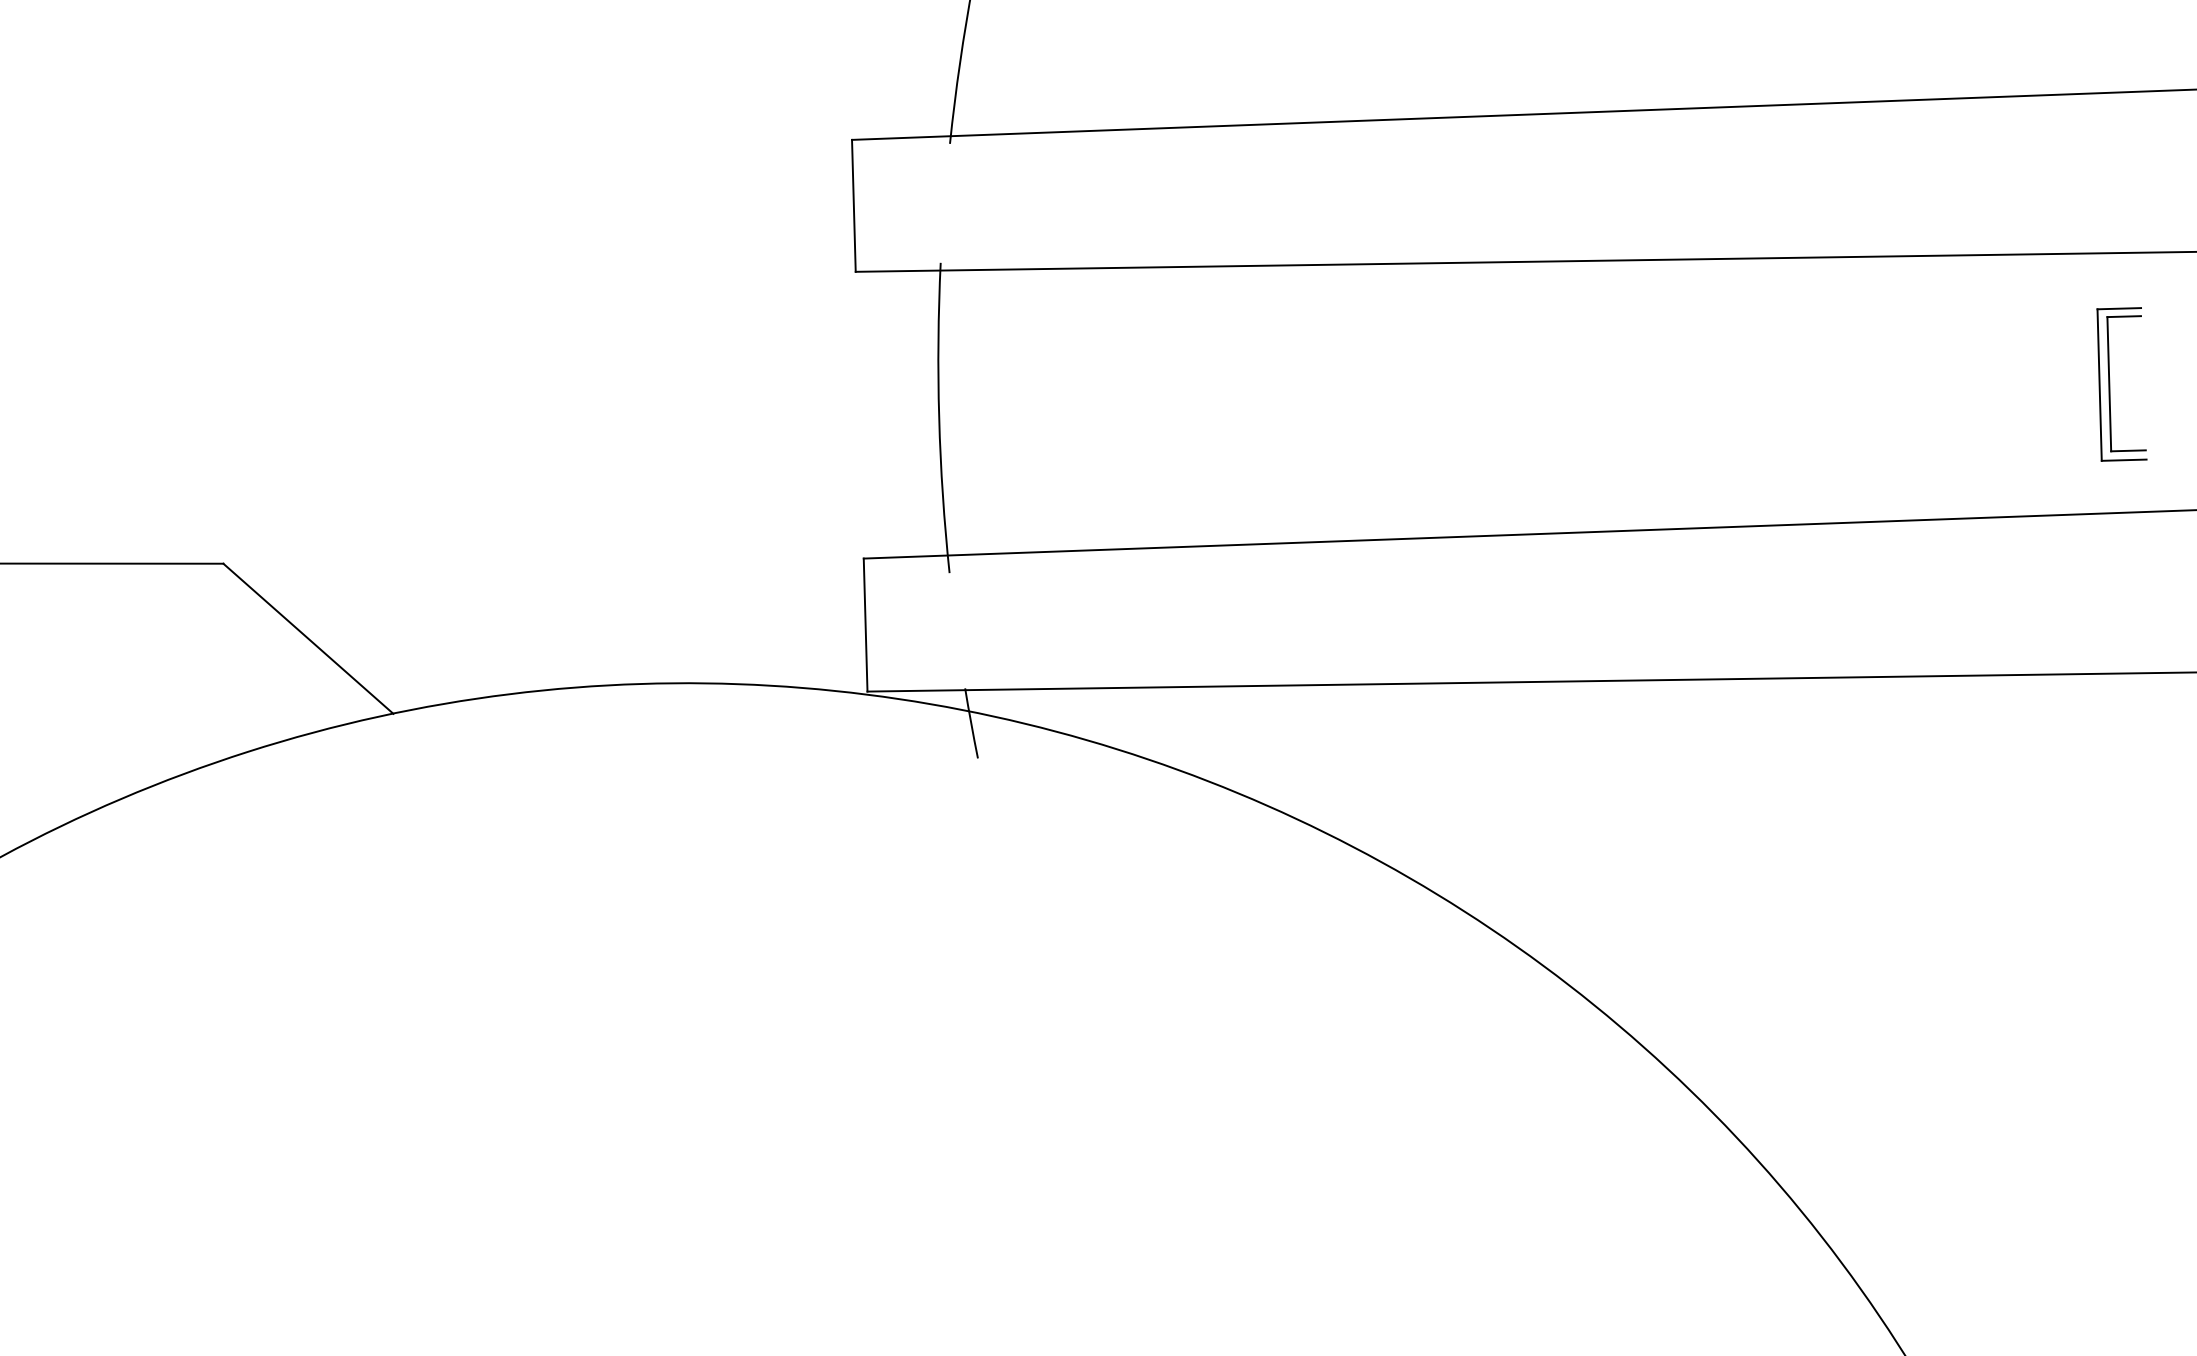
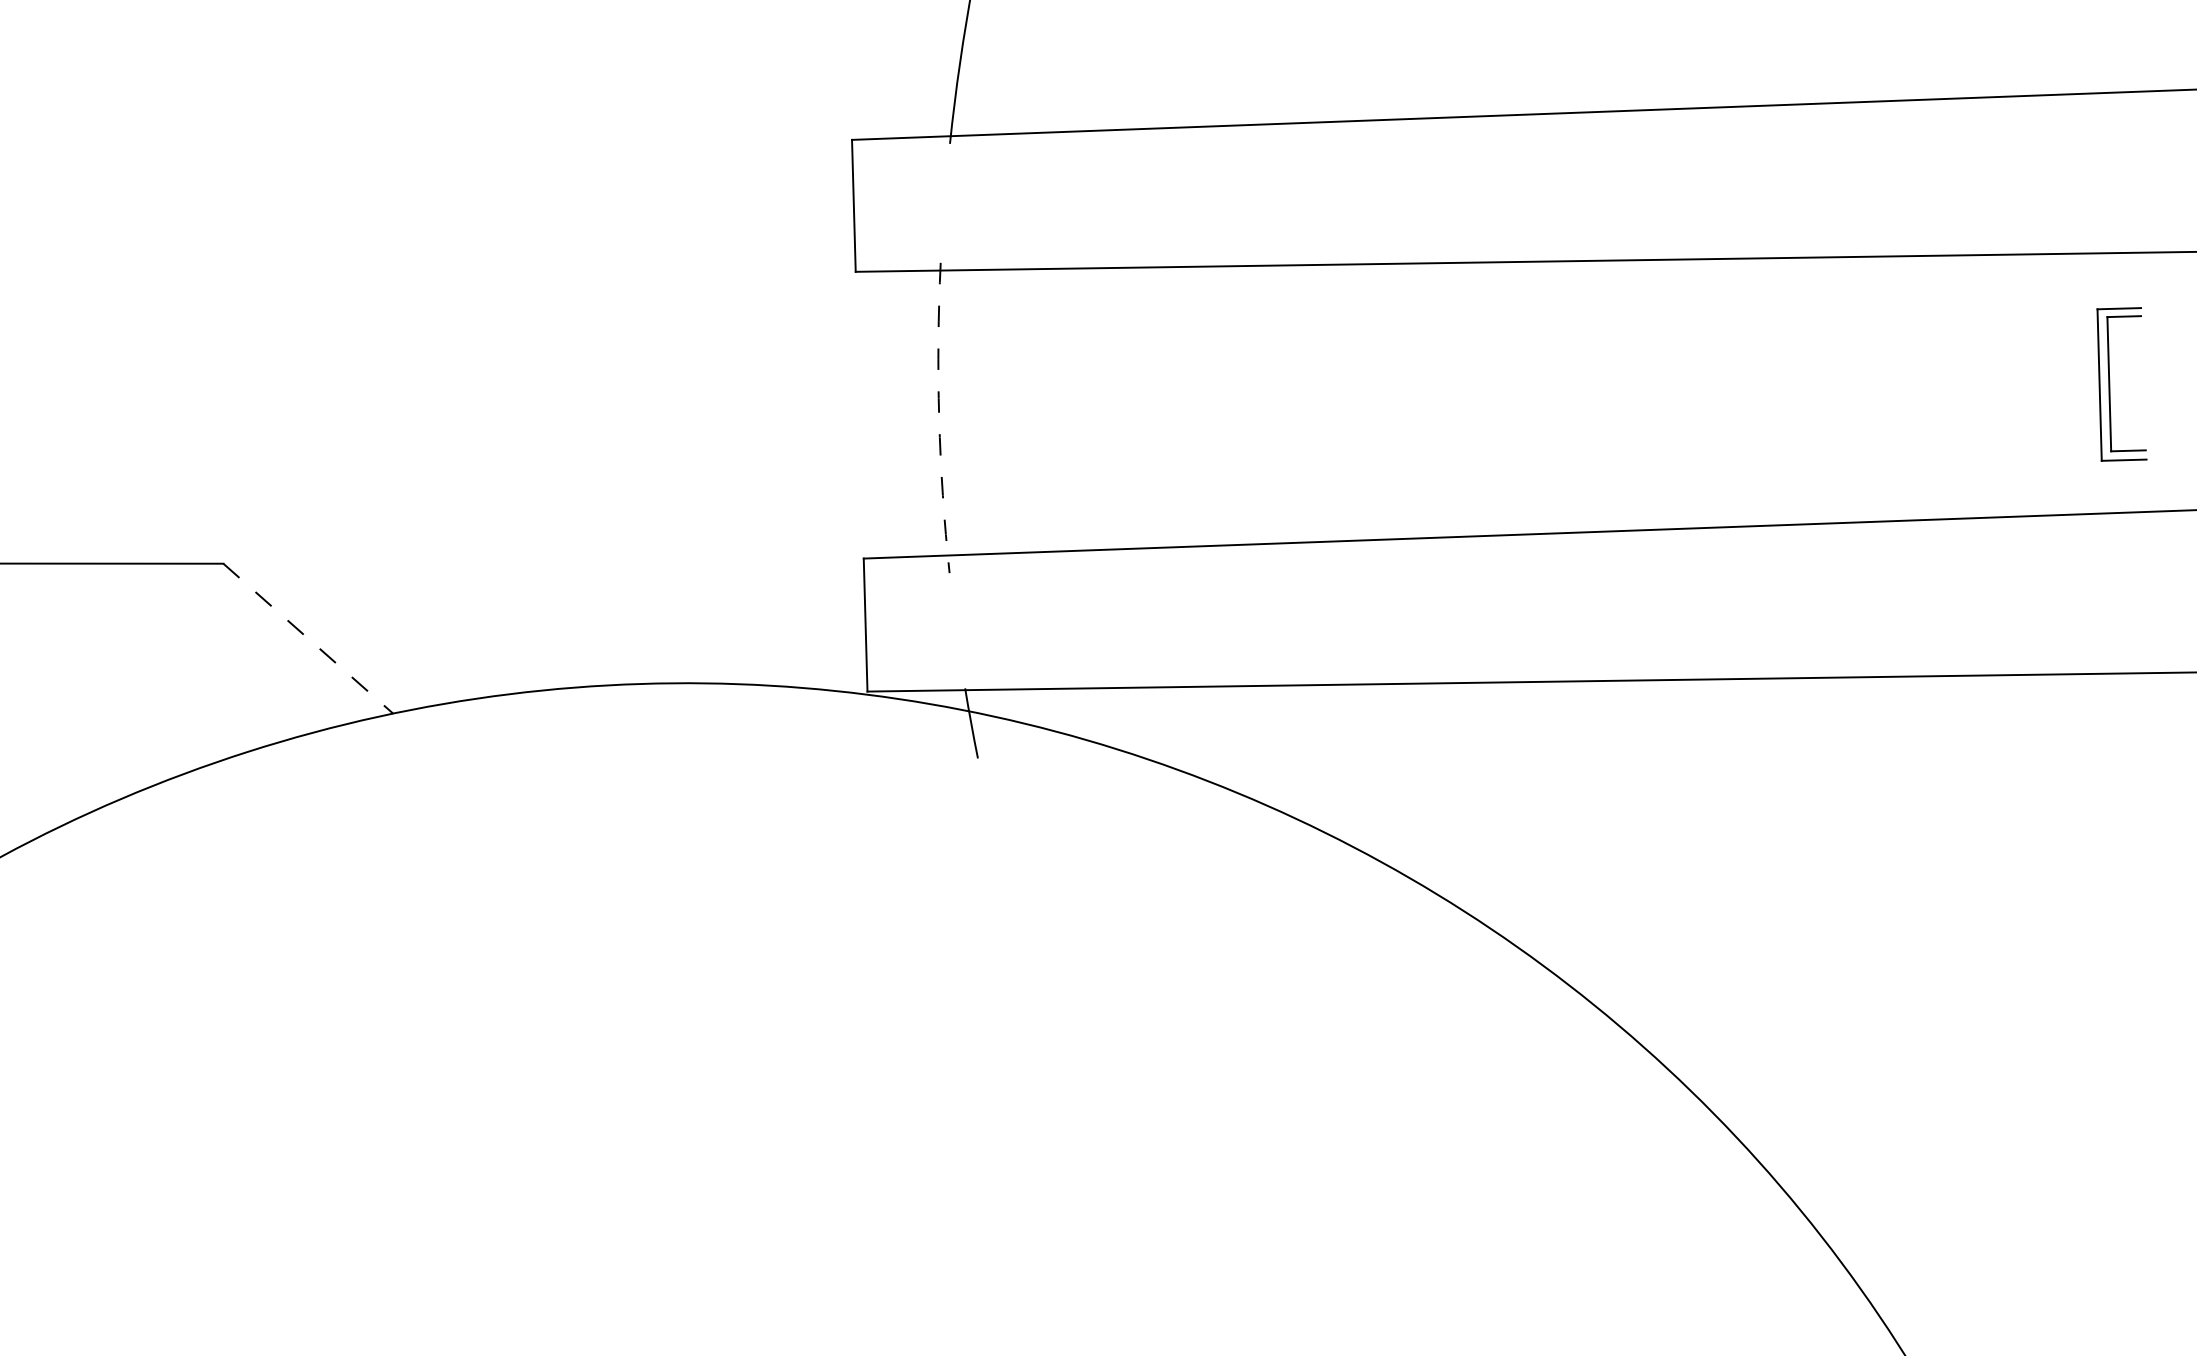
arc at (939, 418): solid -> dashed
line at (308, 639): solid -> dashed
